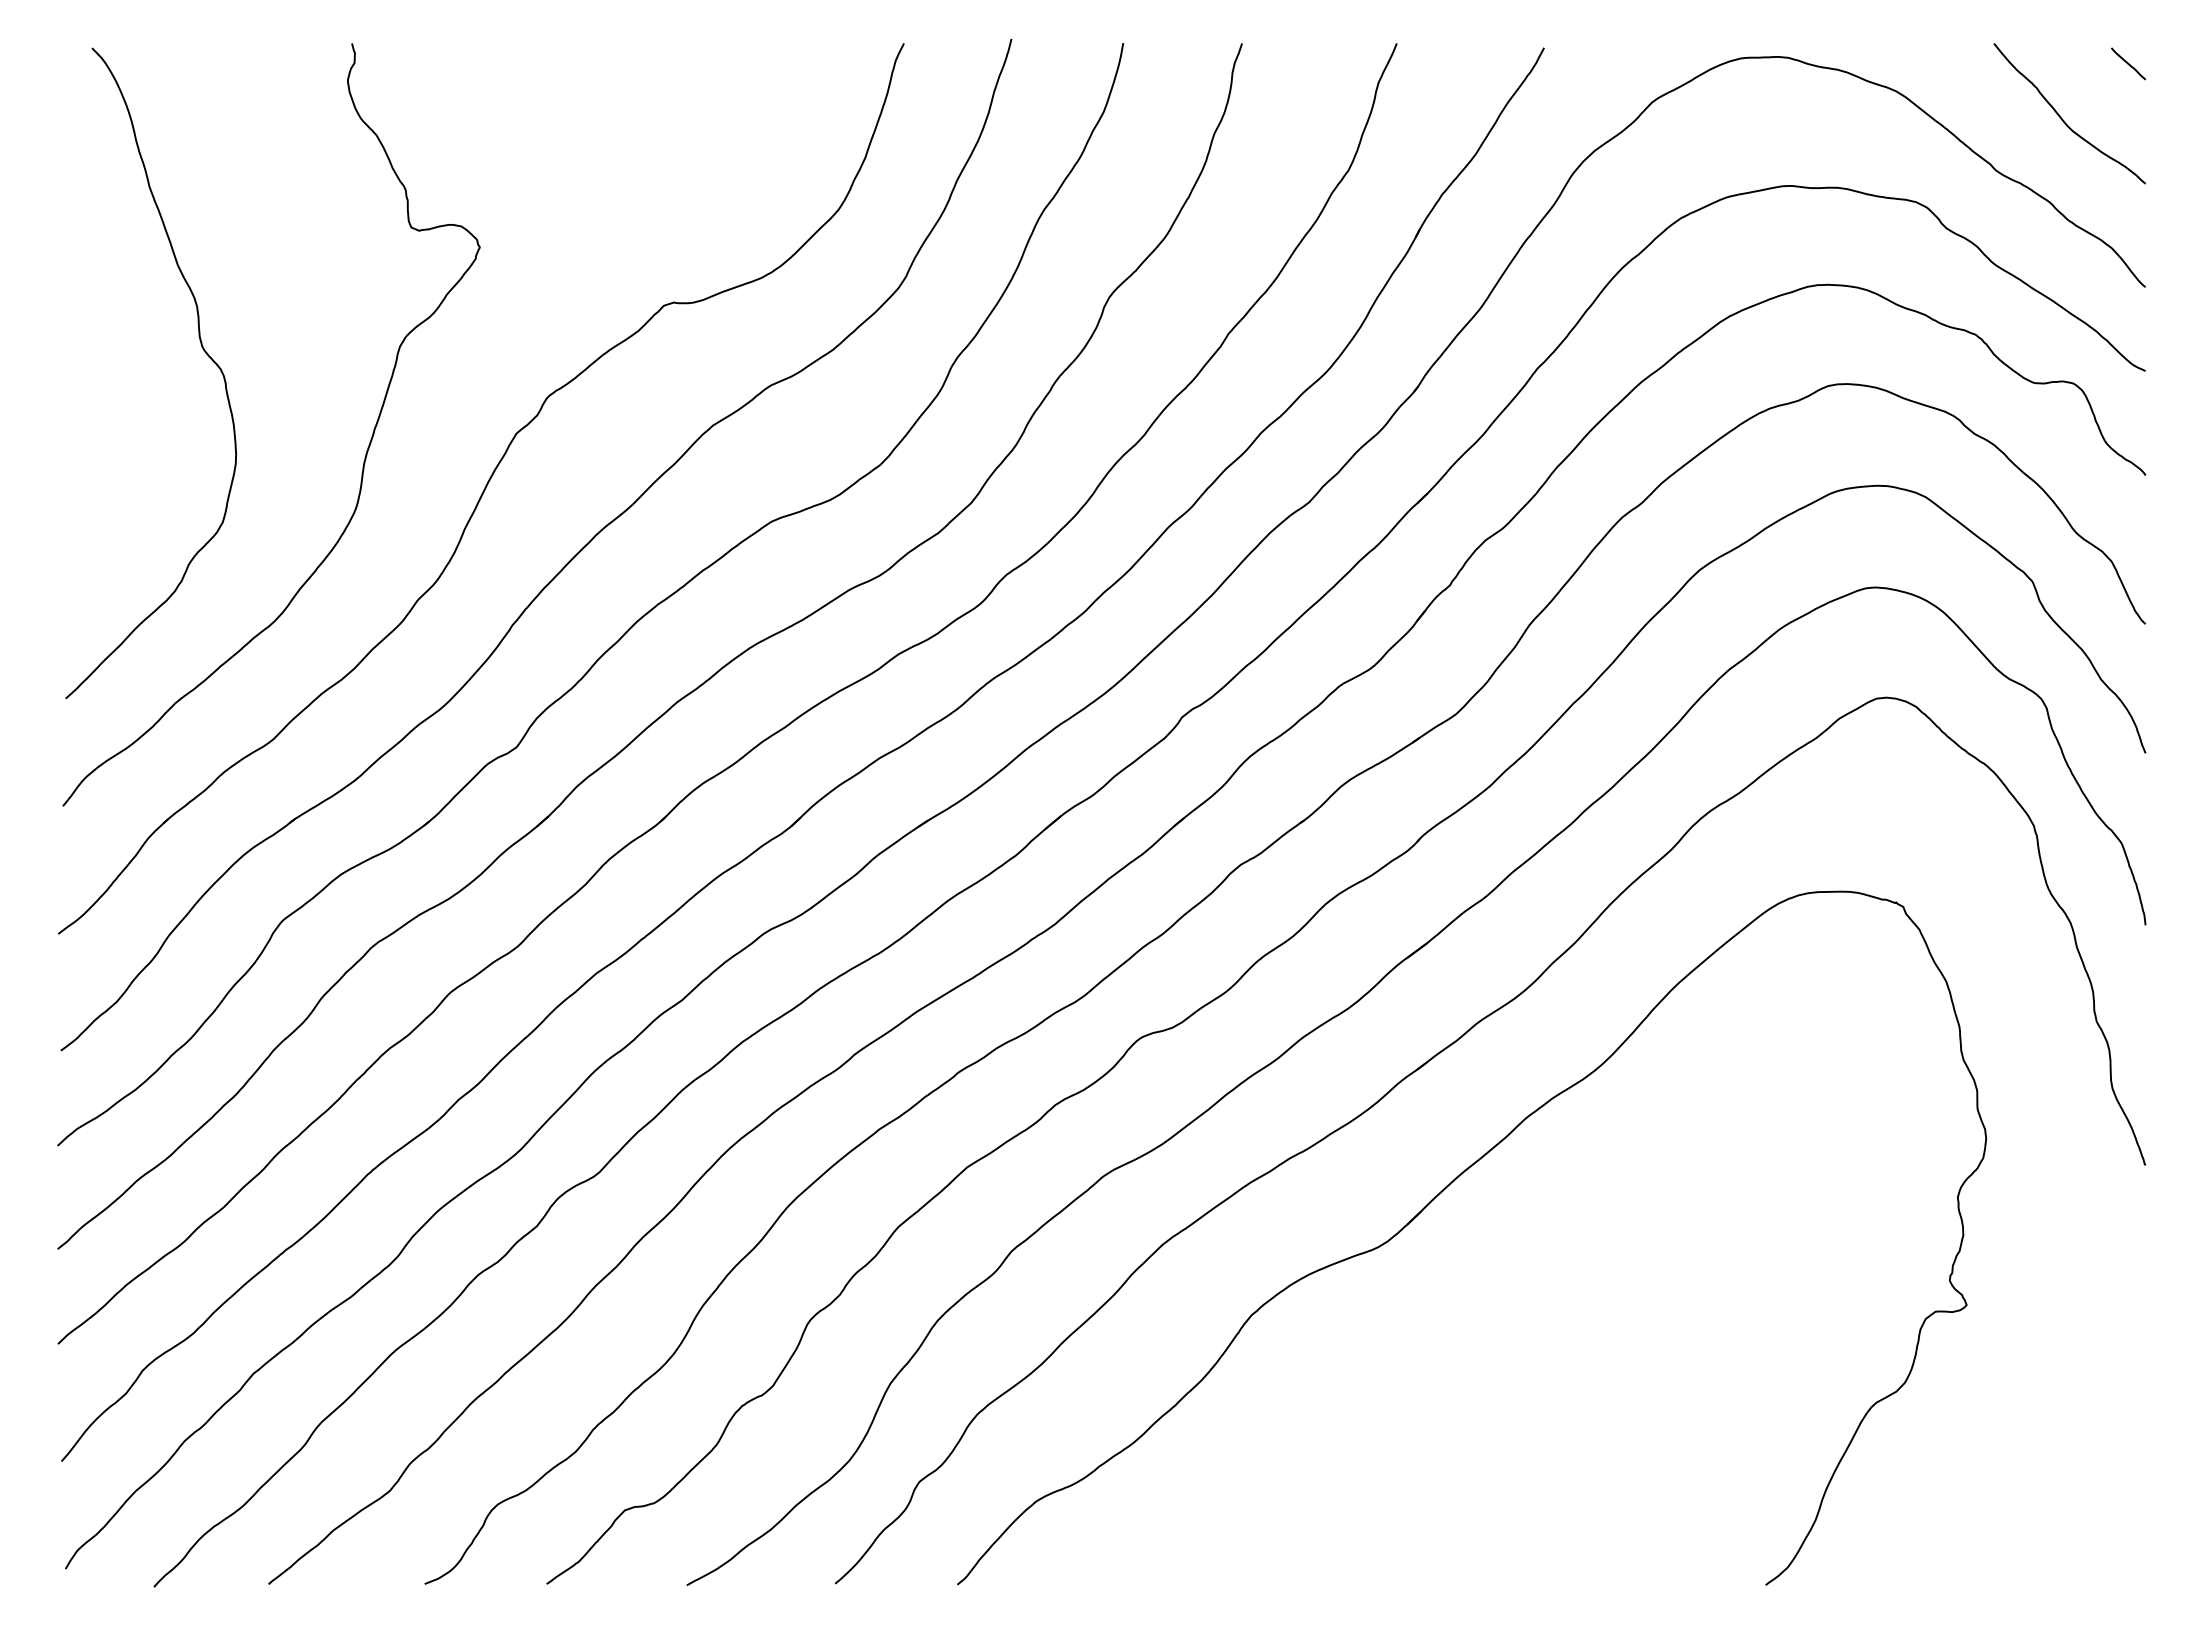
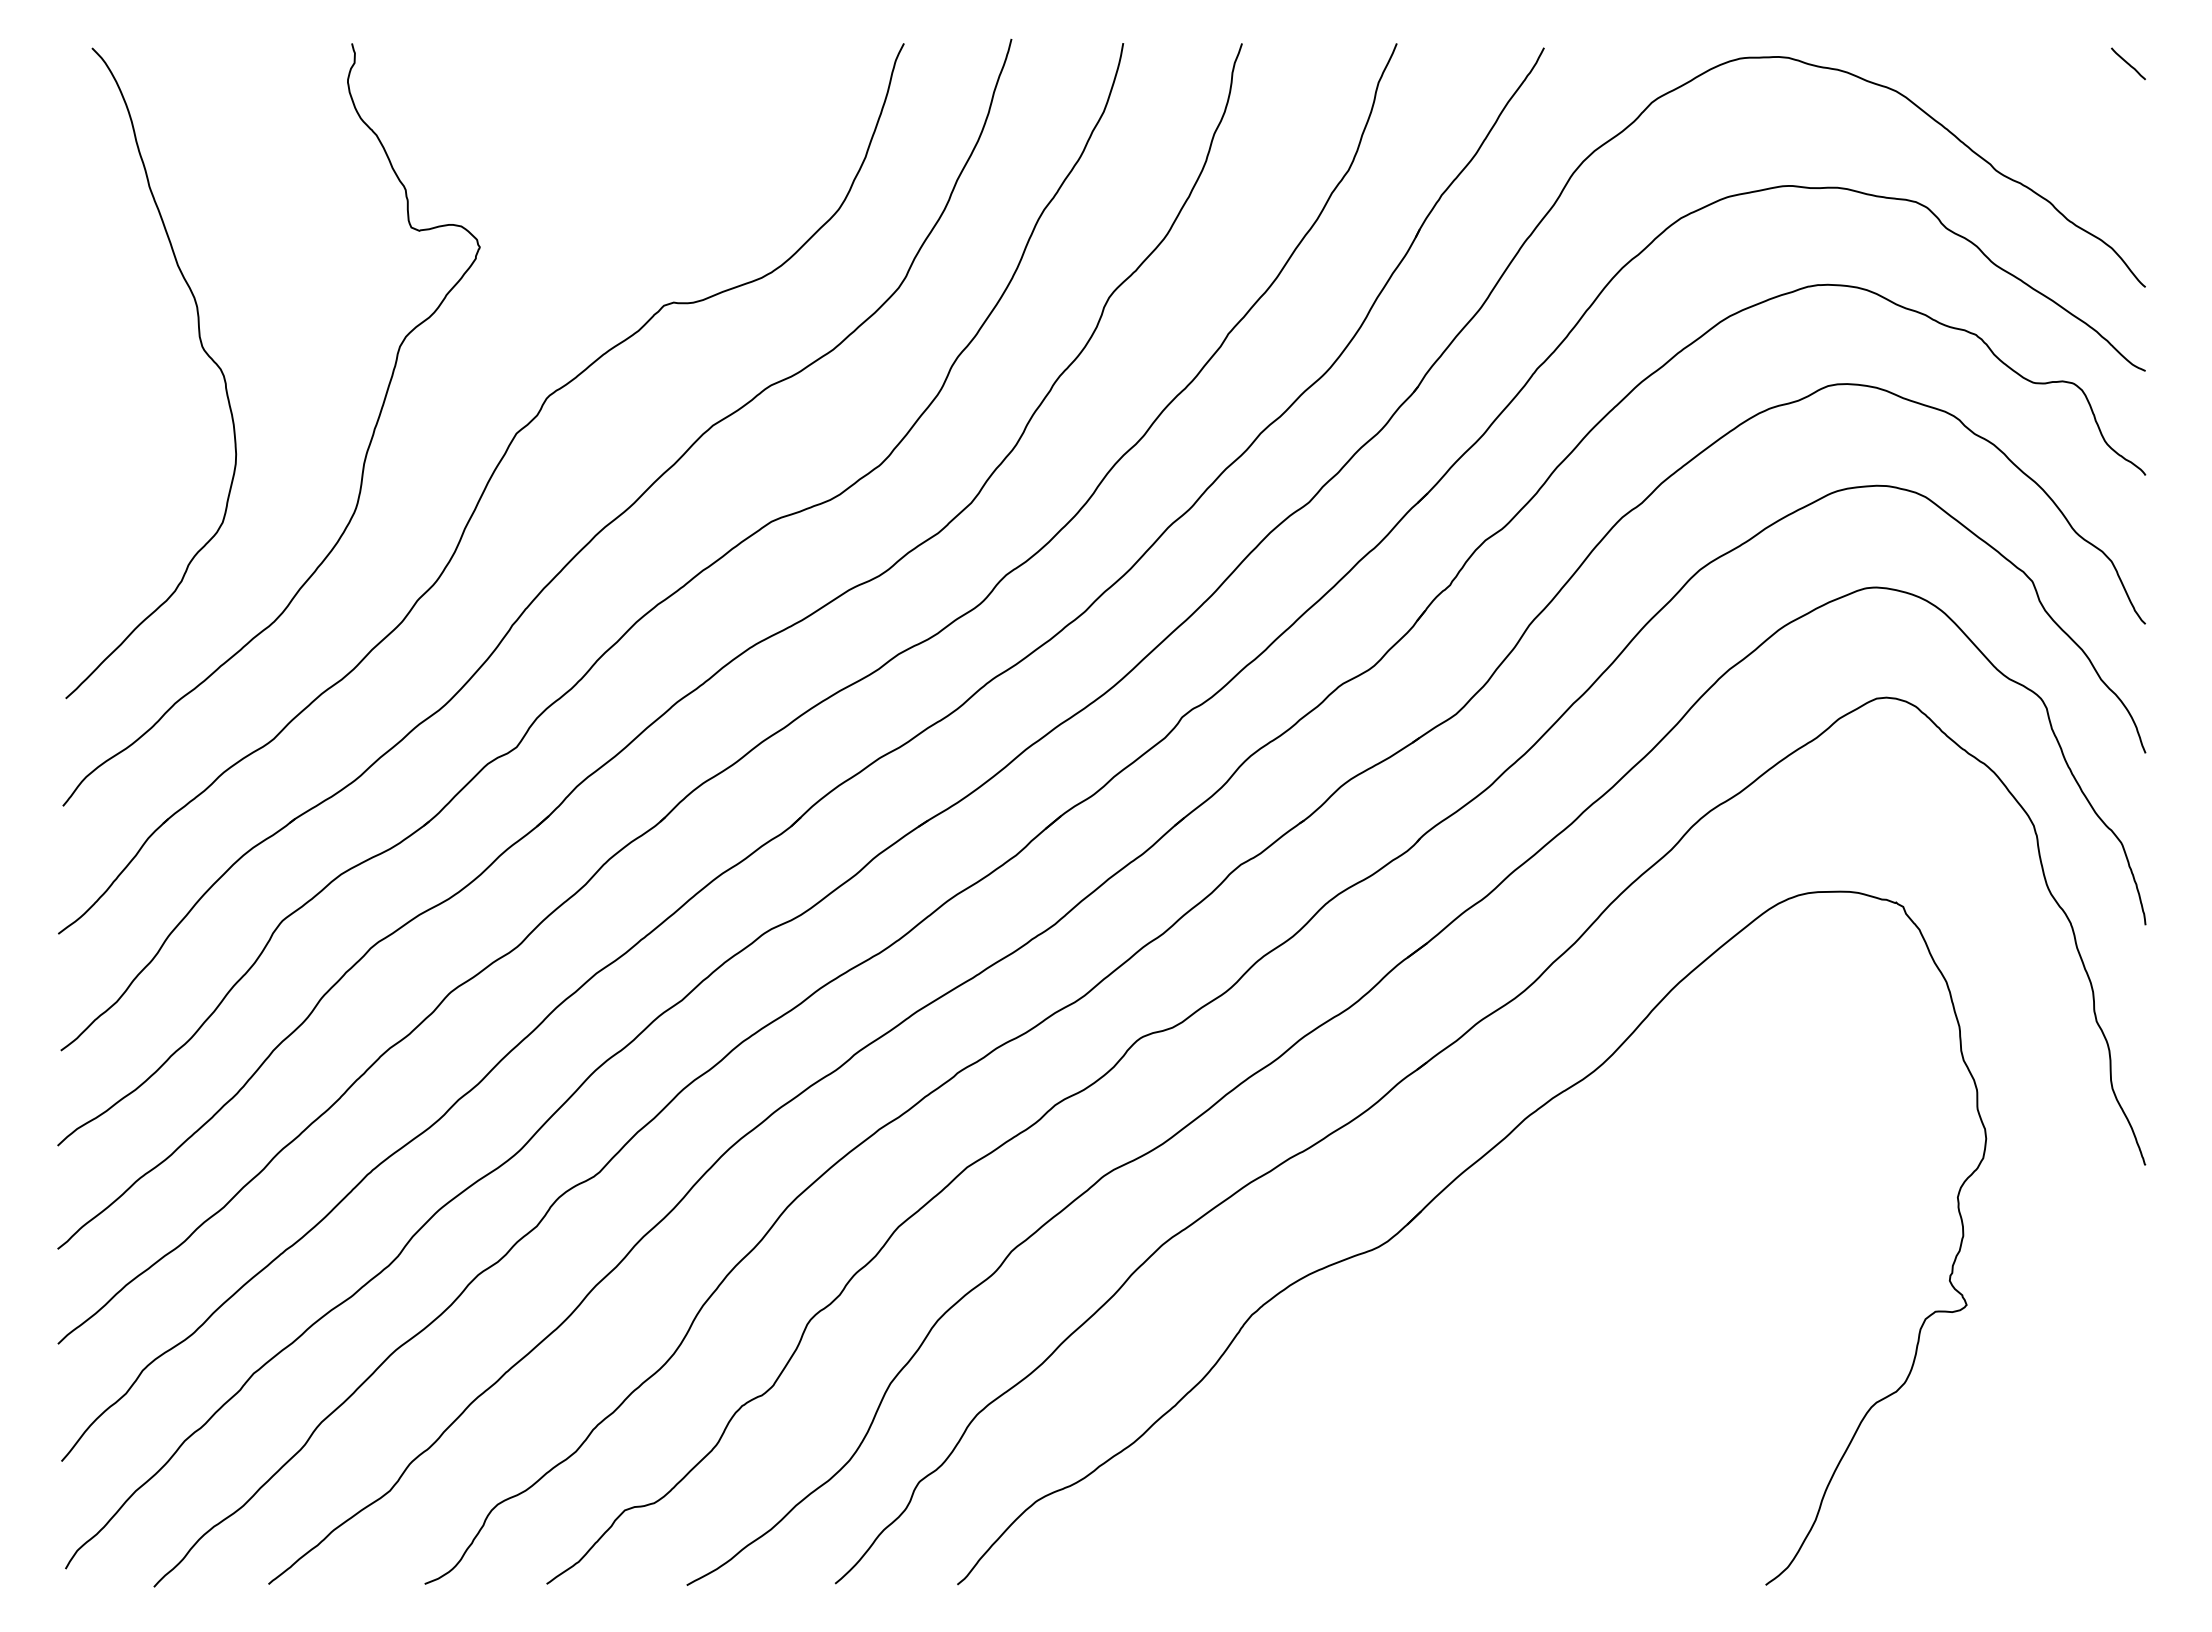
curve at (2063, 119): present -> none
